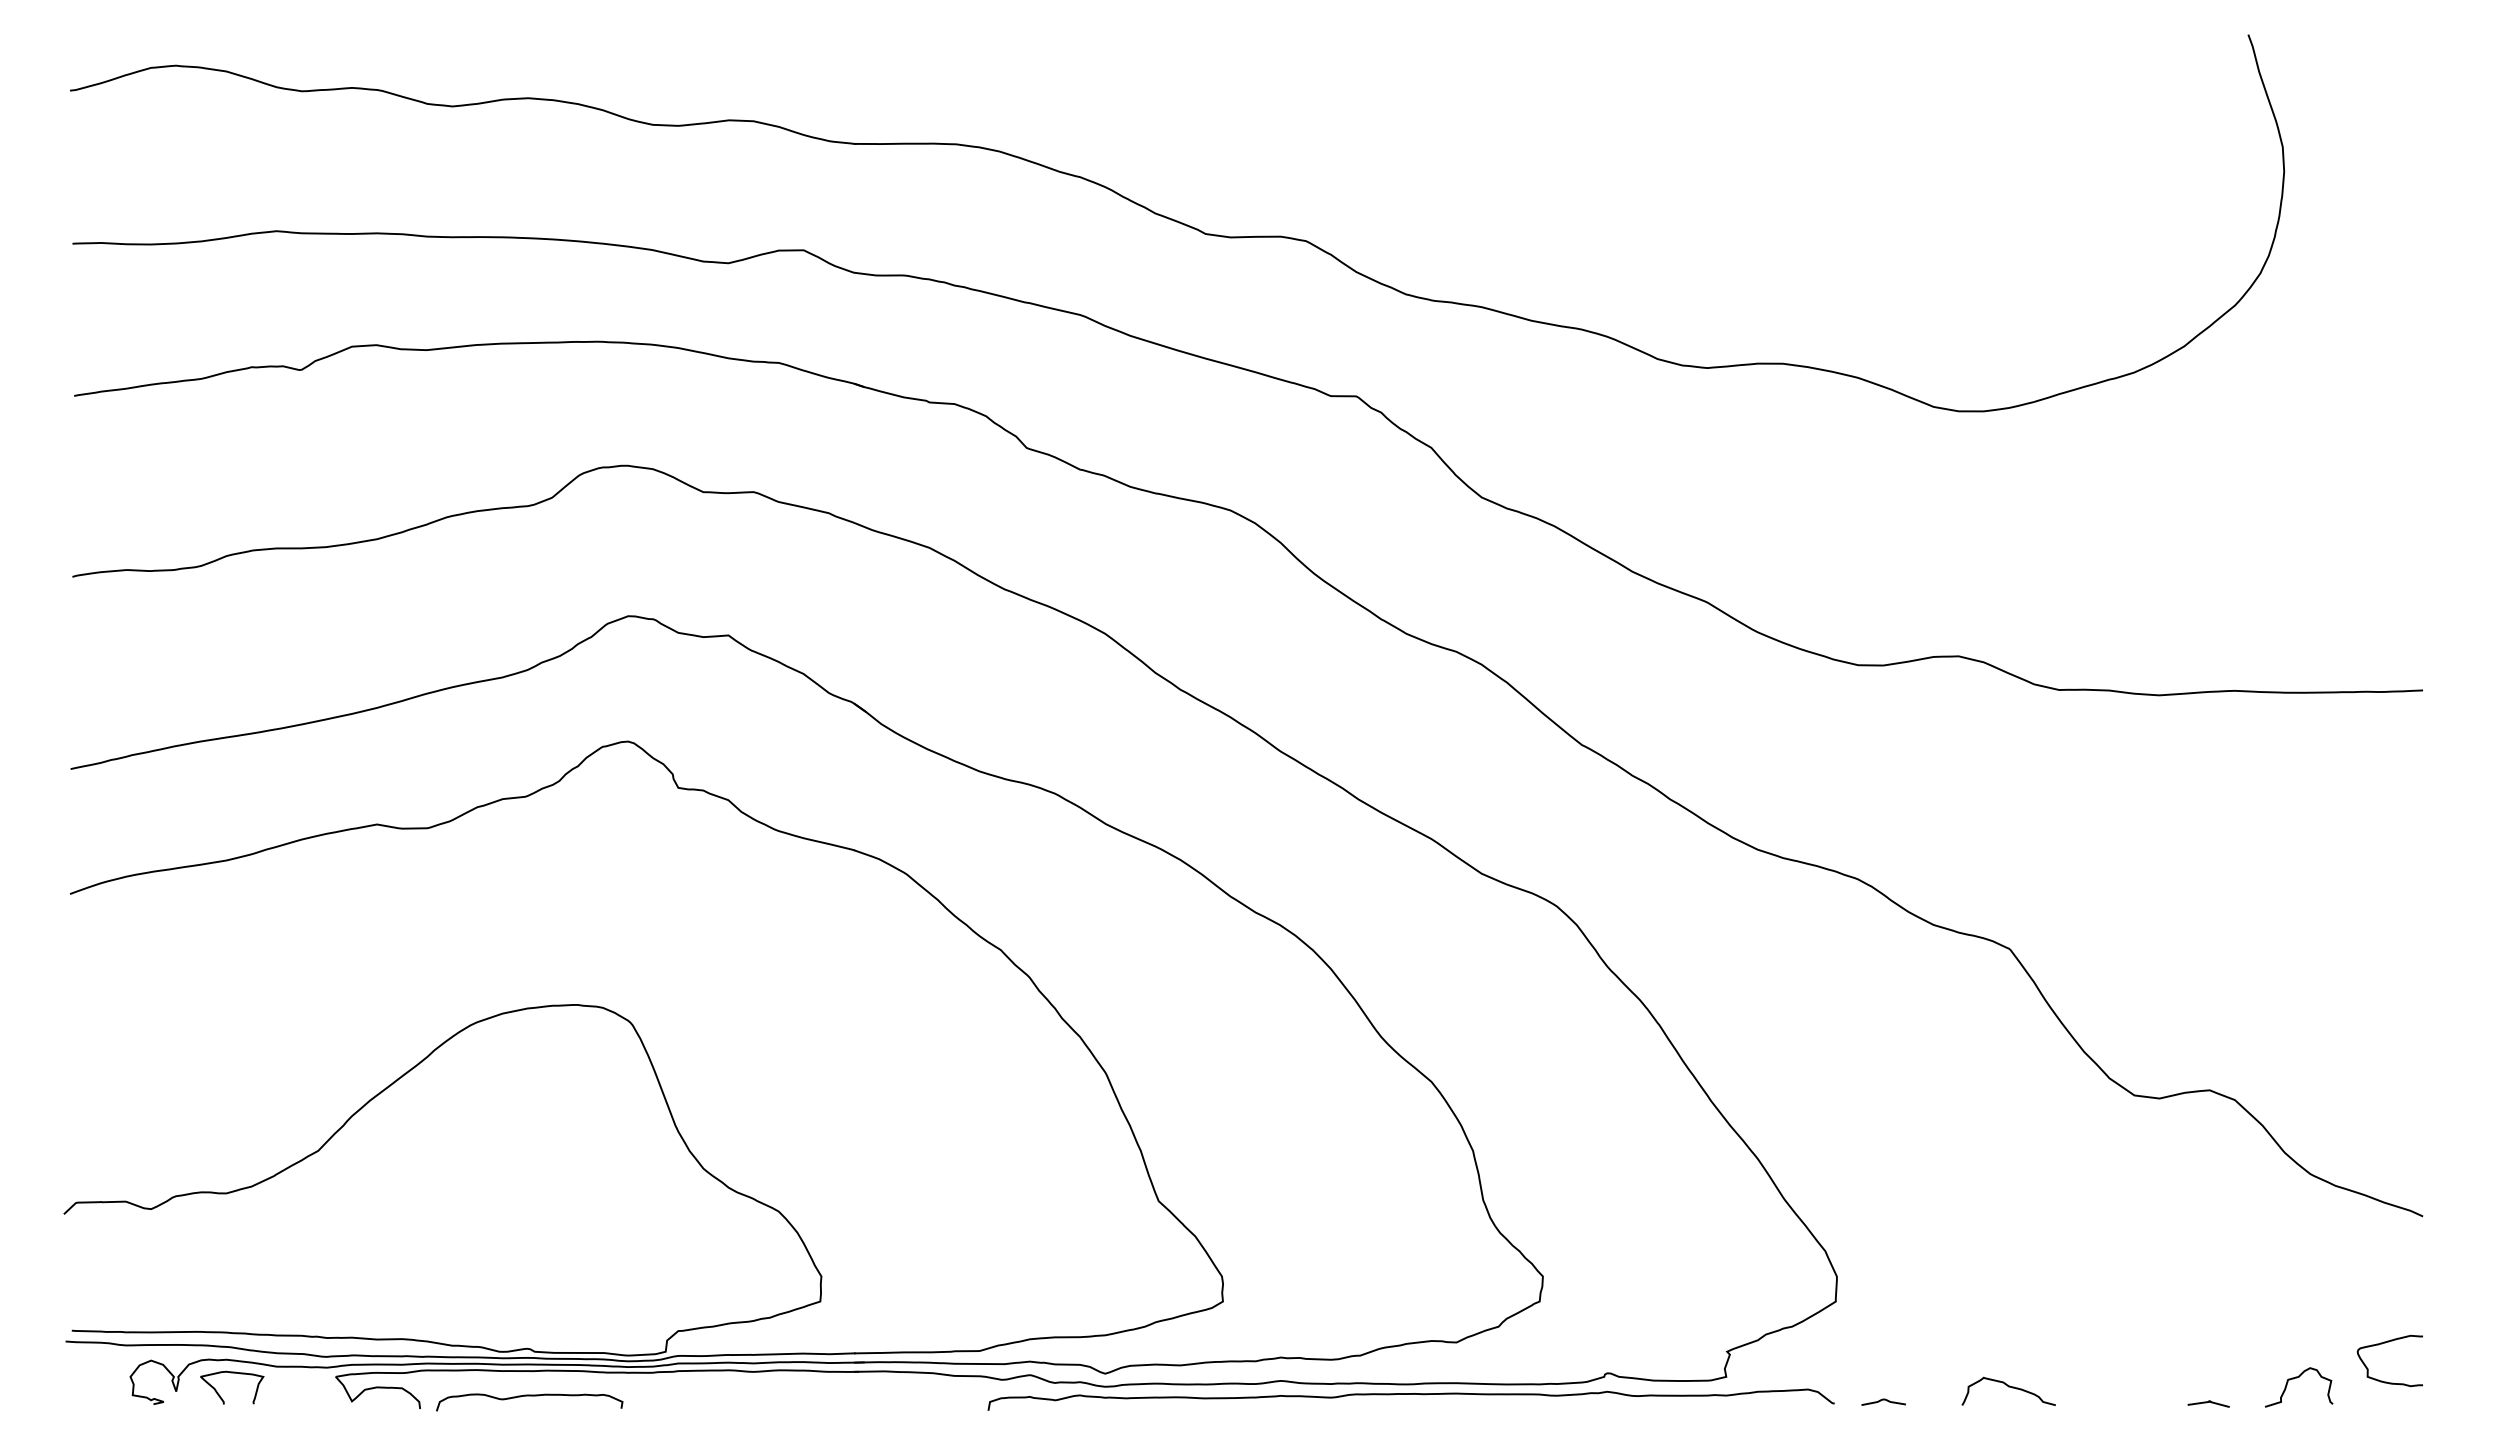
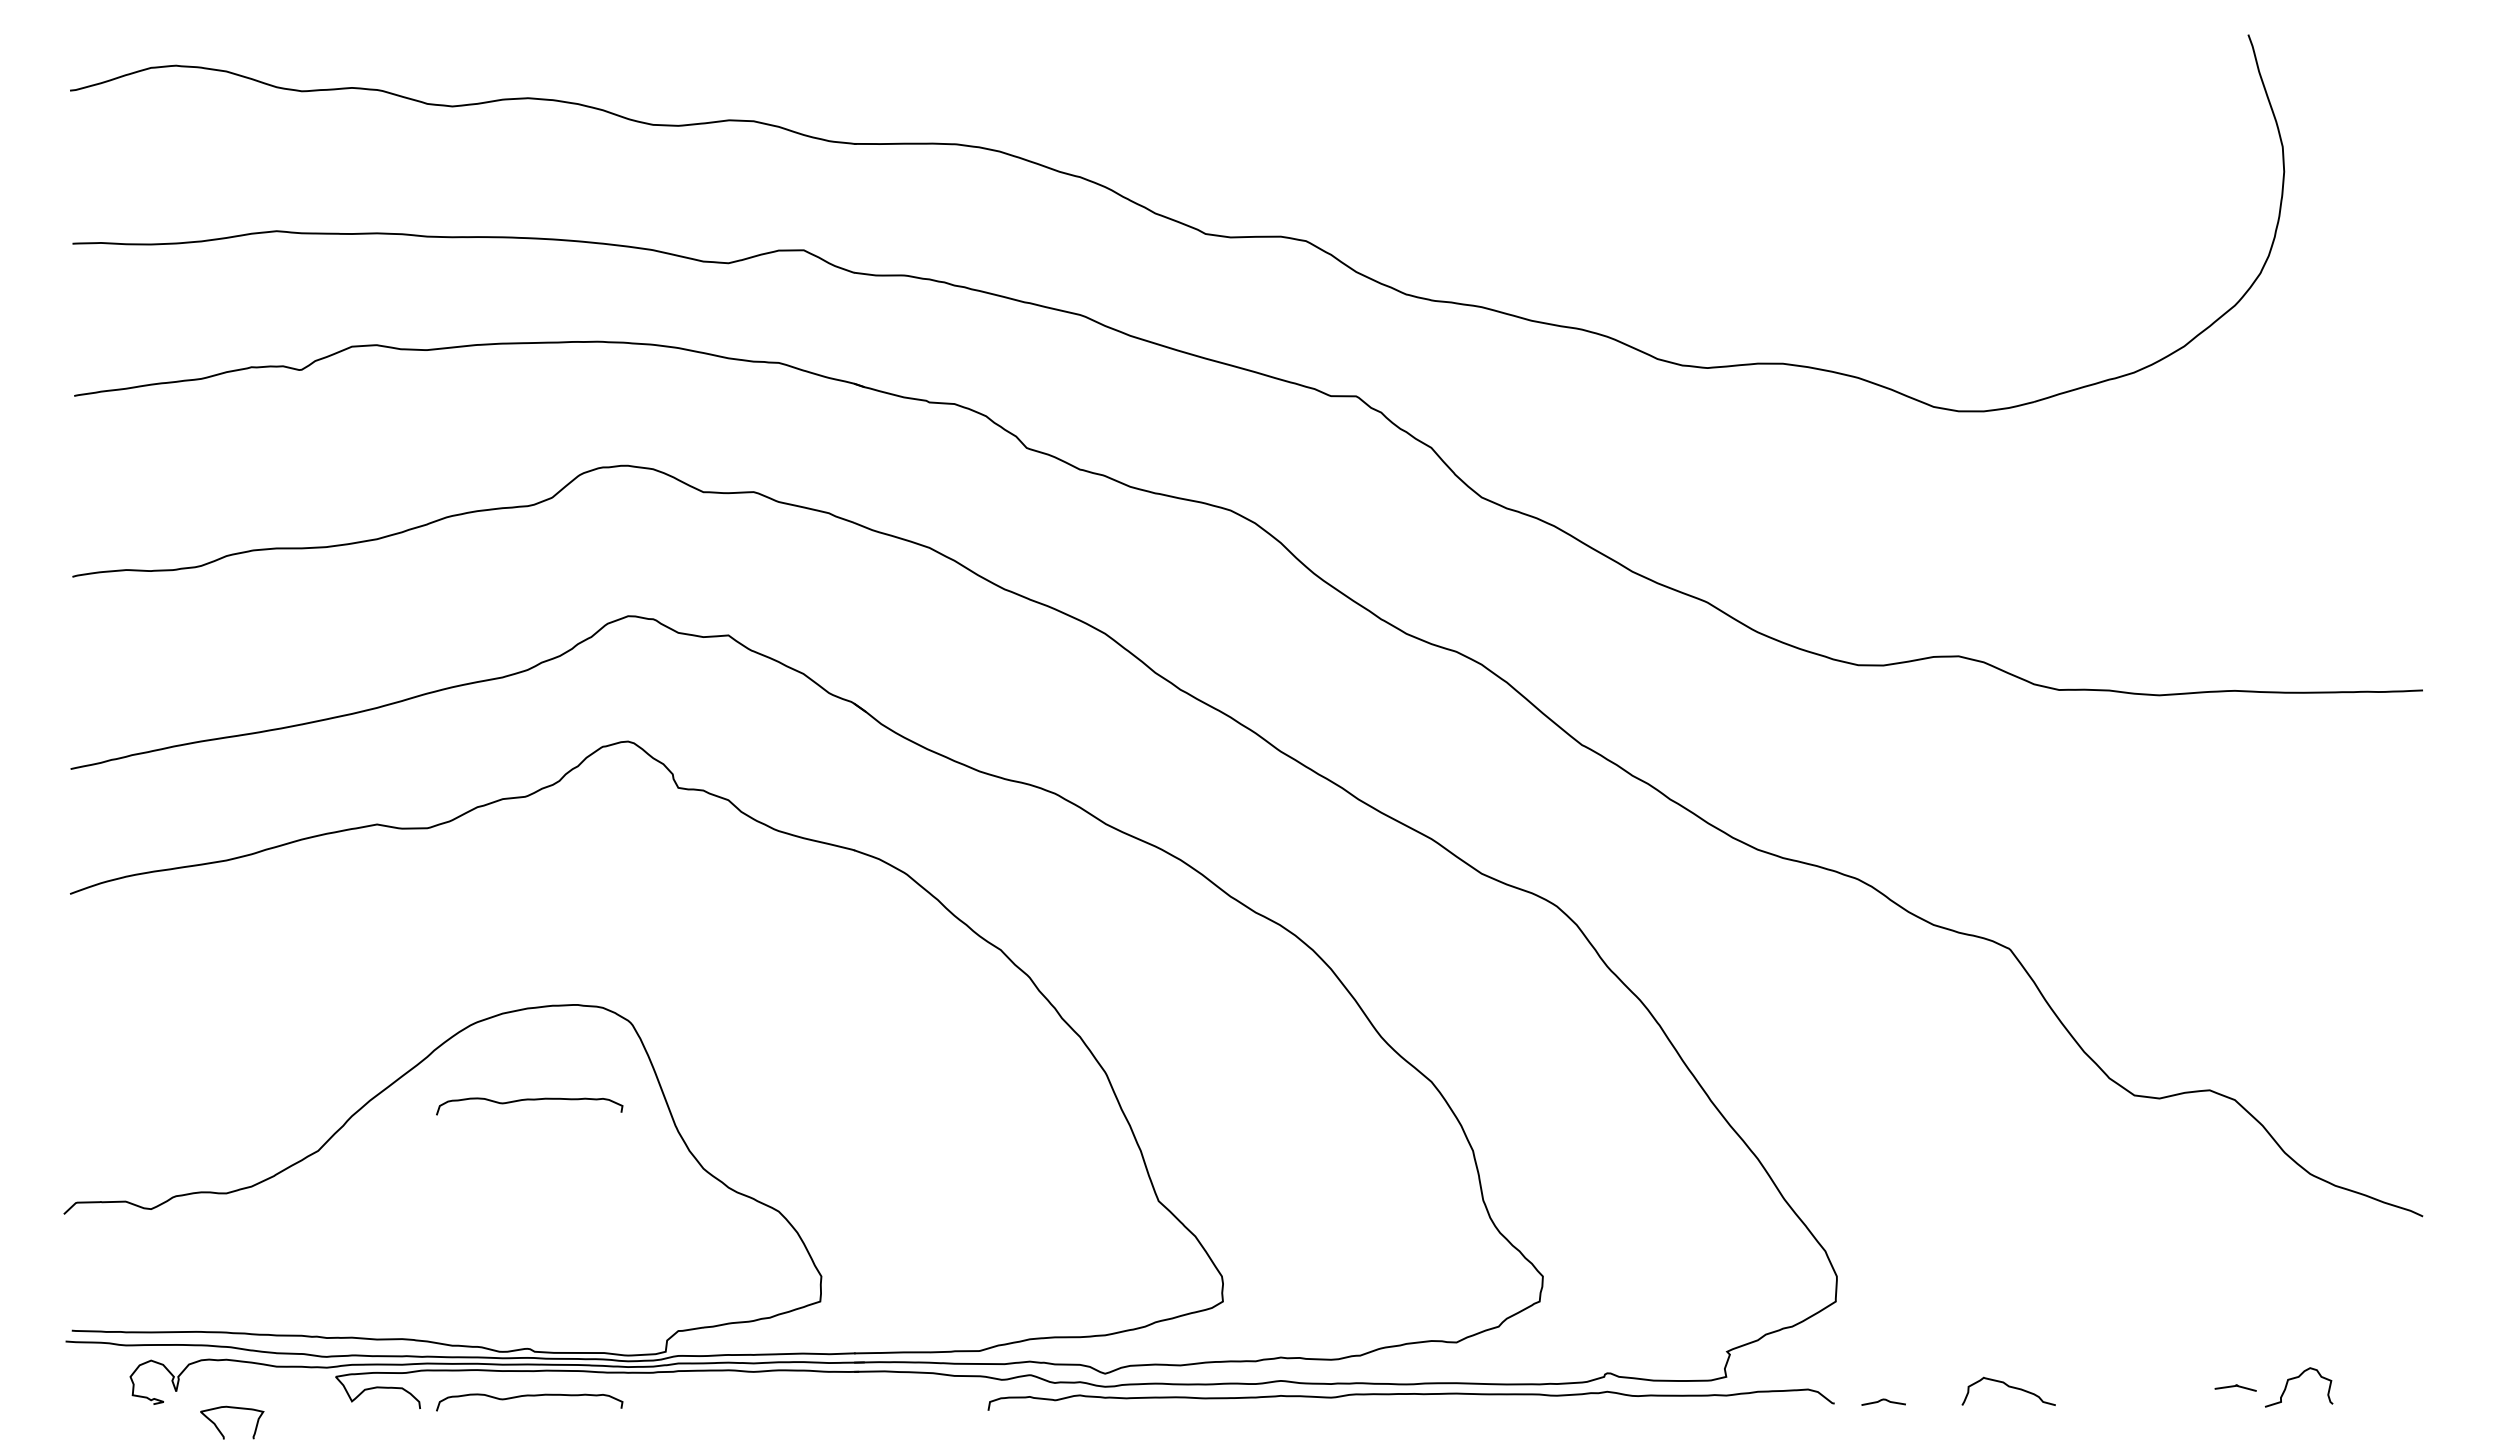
curve at (529, 1100): none -> present
curve at (2385, 1343): present -> none
curve at (232, 1373) position: (232, 1373) -> (232, 1408)
curve at (2208, 1402) position: (2208, 1402) -> (2235, 1386)
